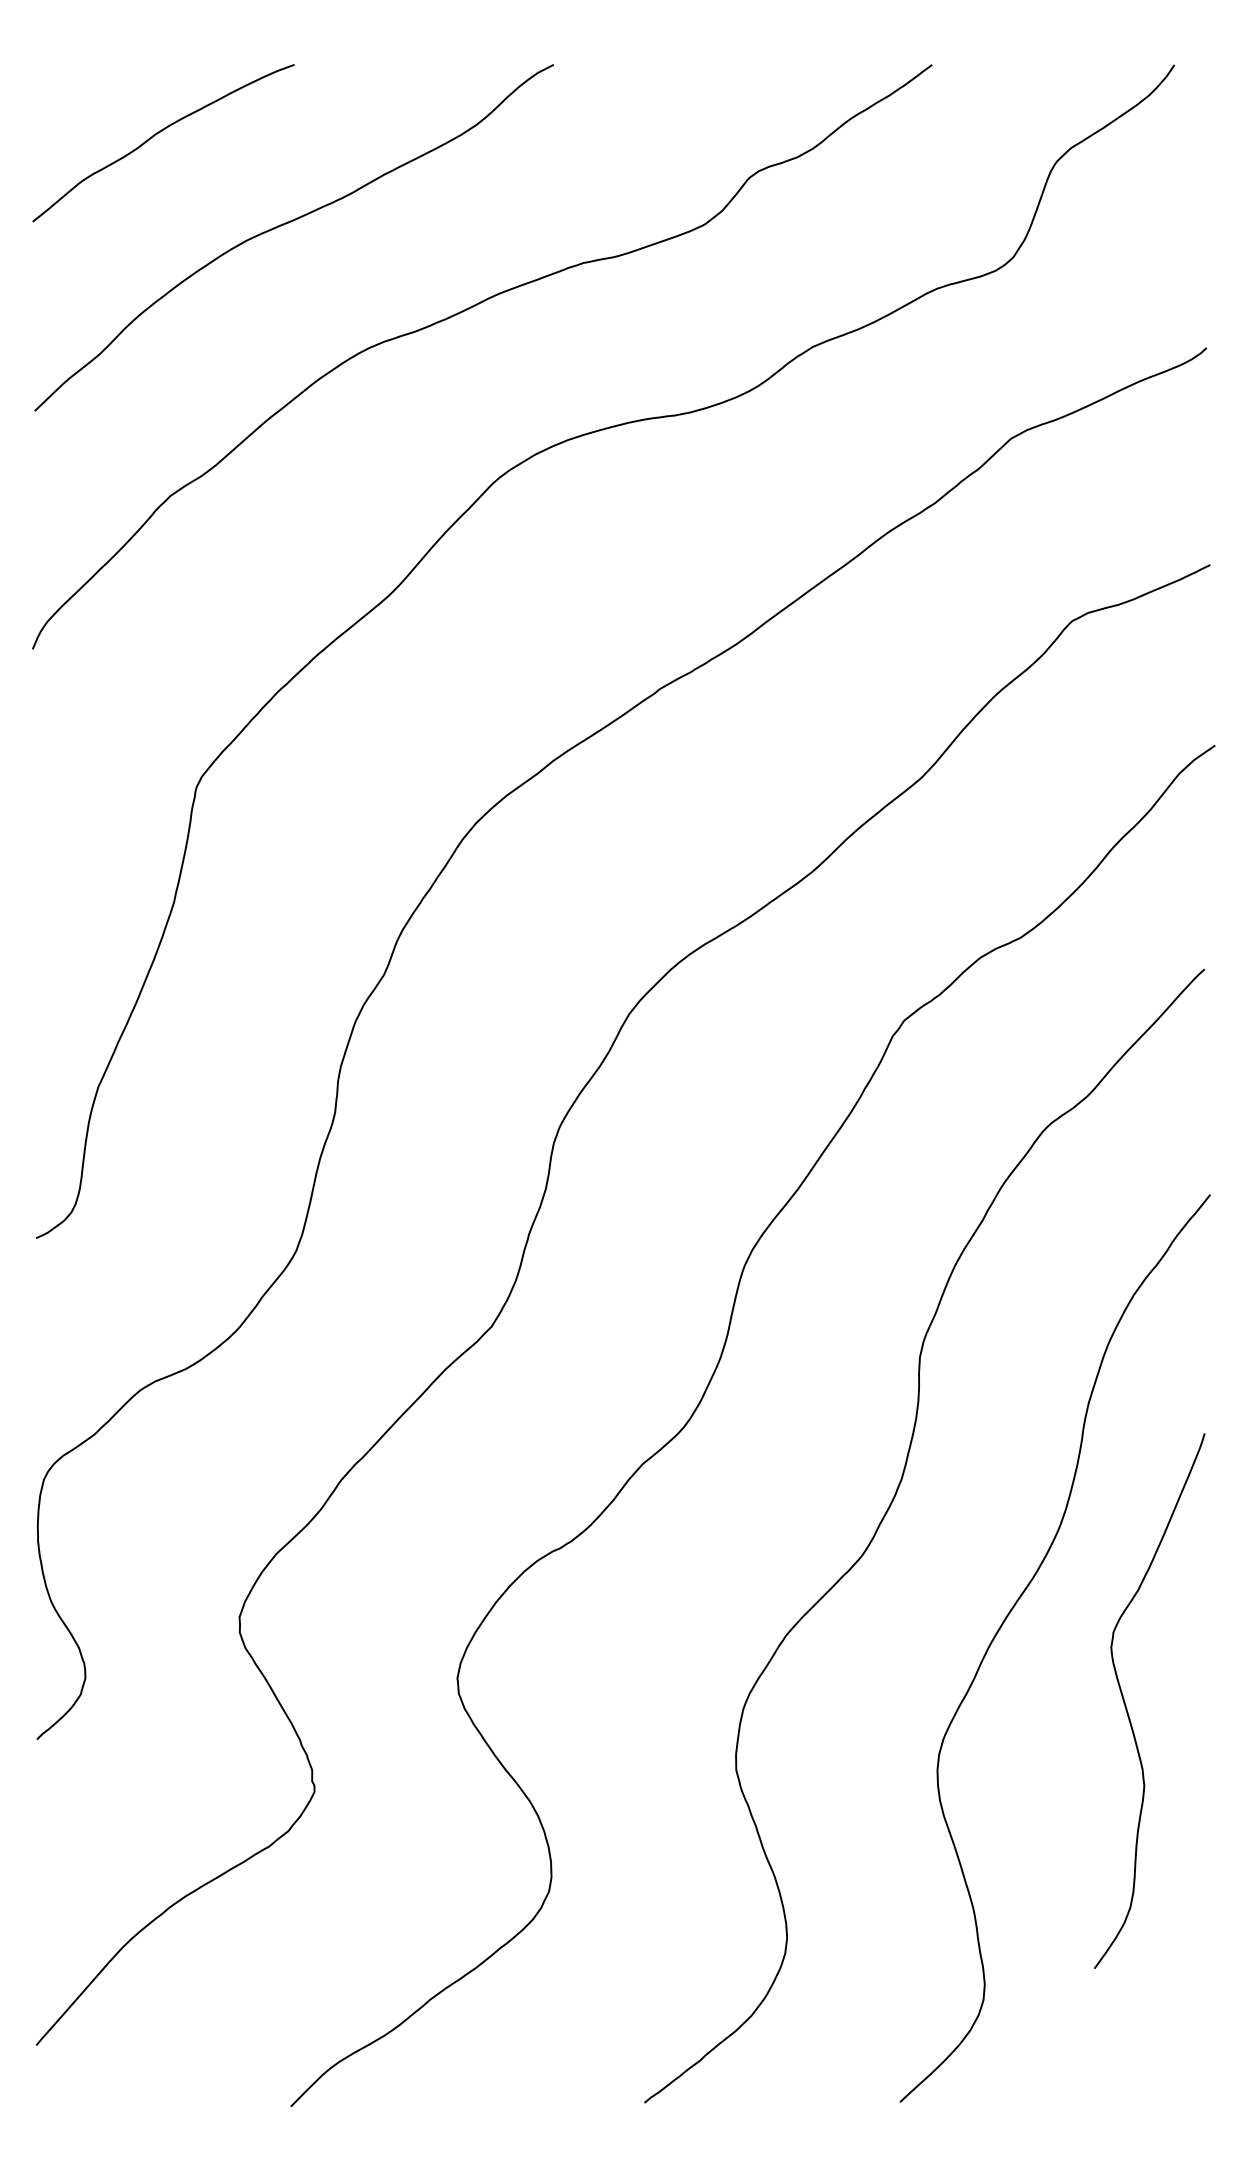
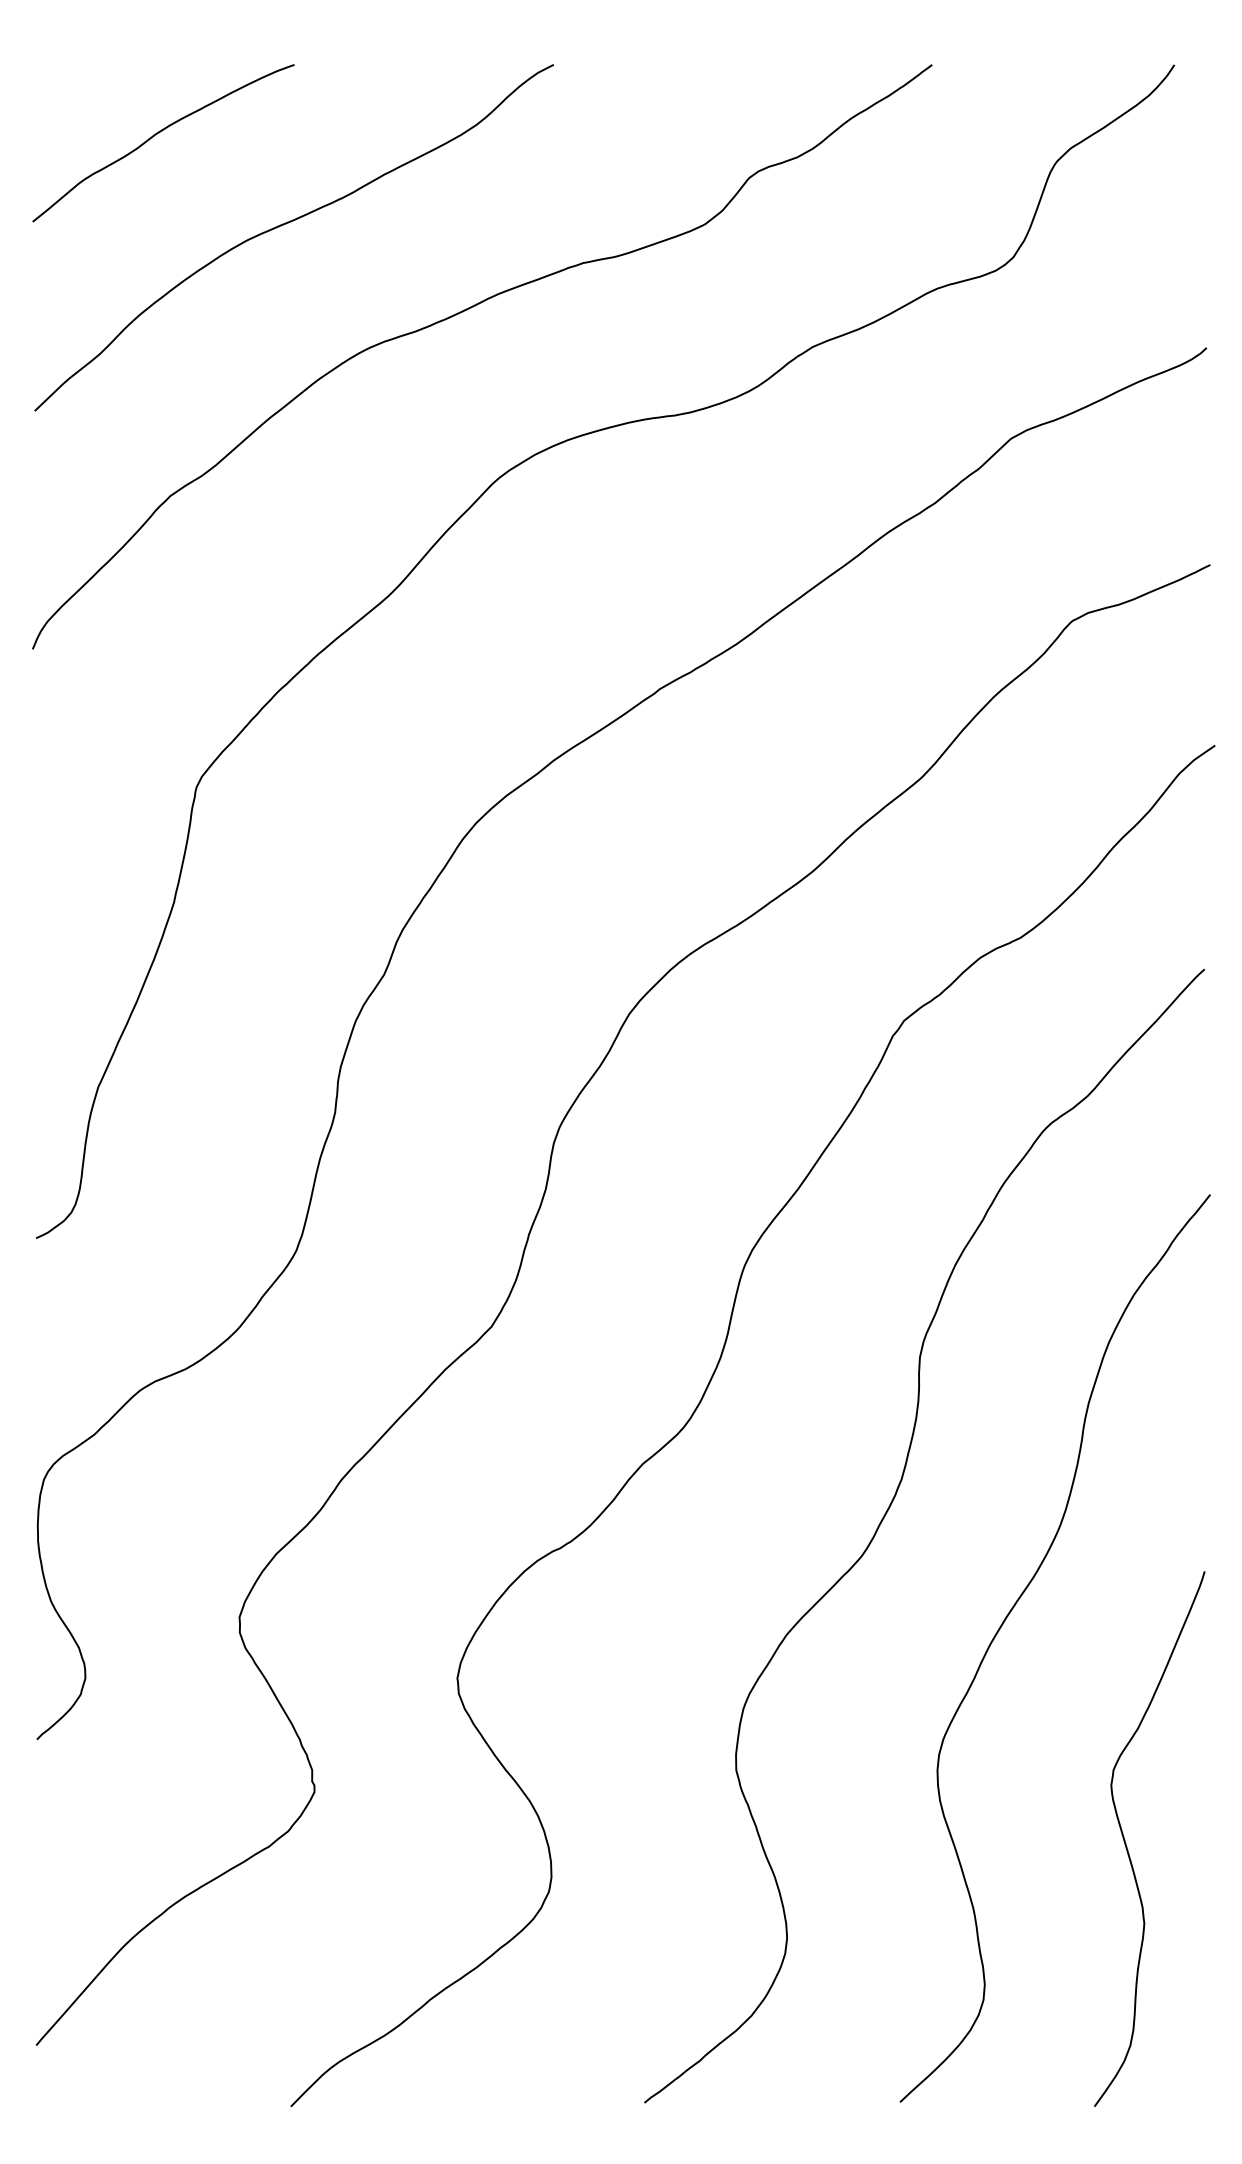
curve at (1127, 1708) position: (1127, 1708) -> (1127, 1846)
